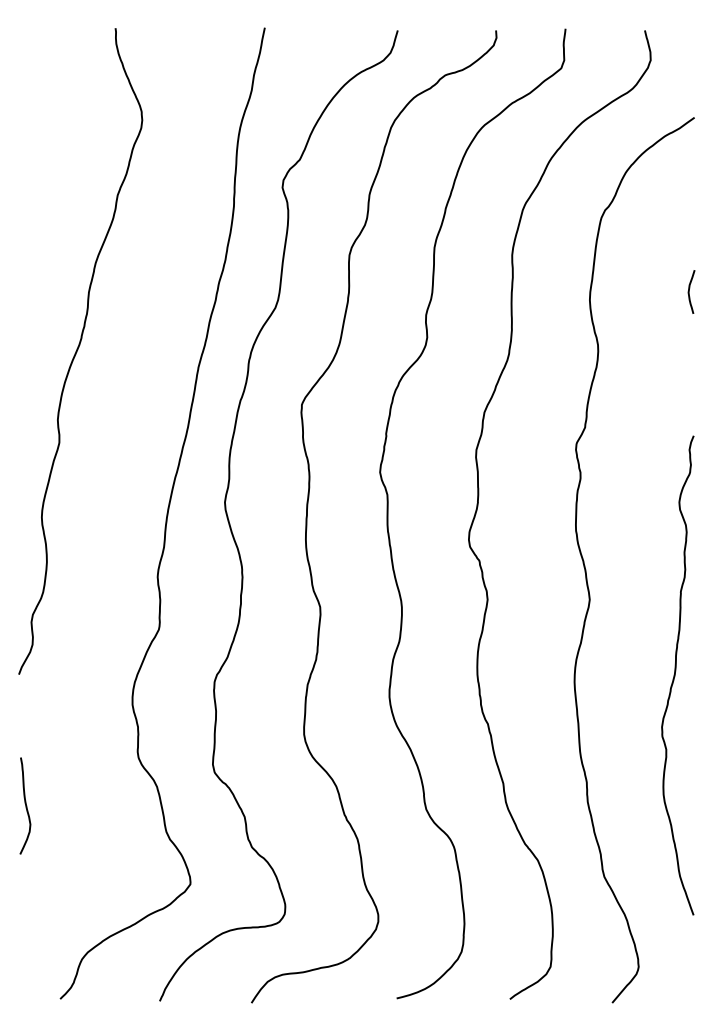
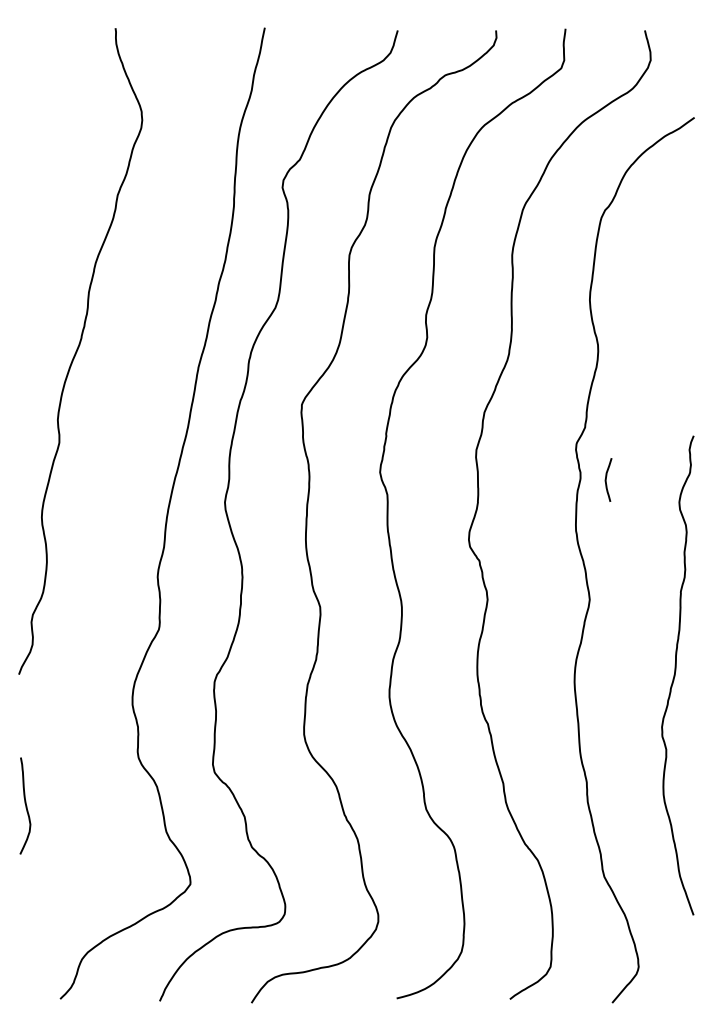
curve at (689, 291) position: (689, 291) -> (606, 479)
